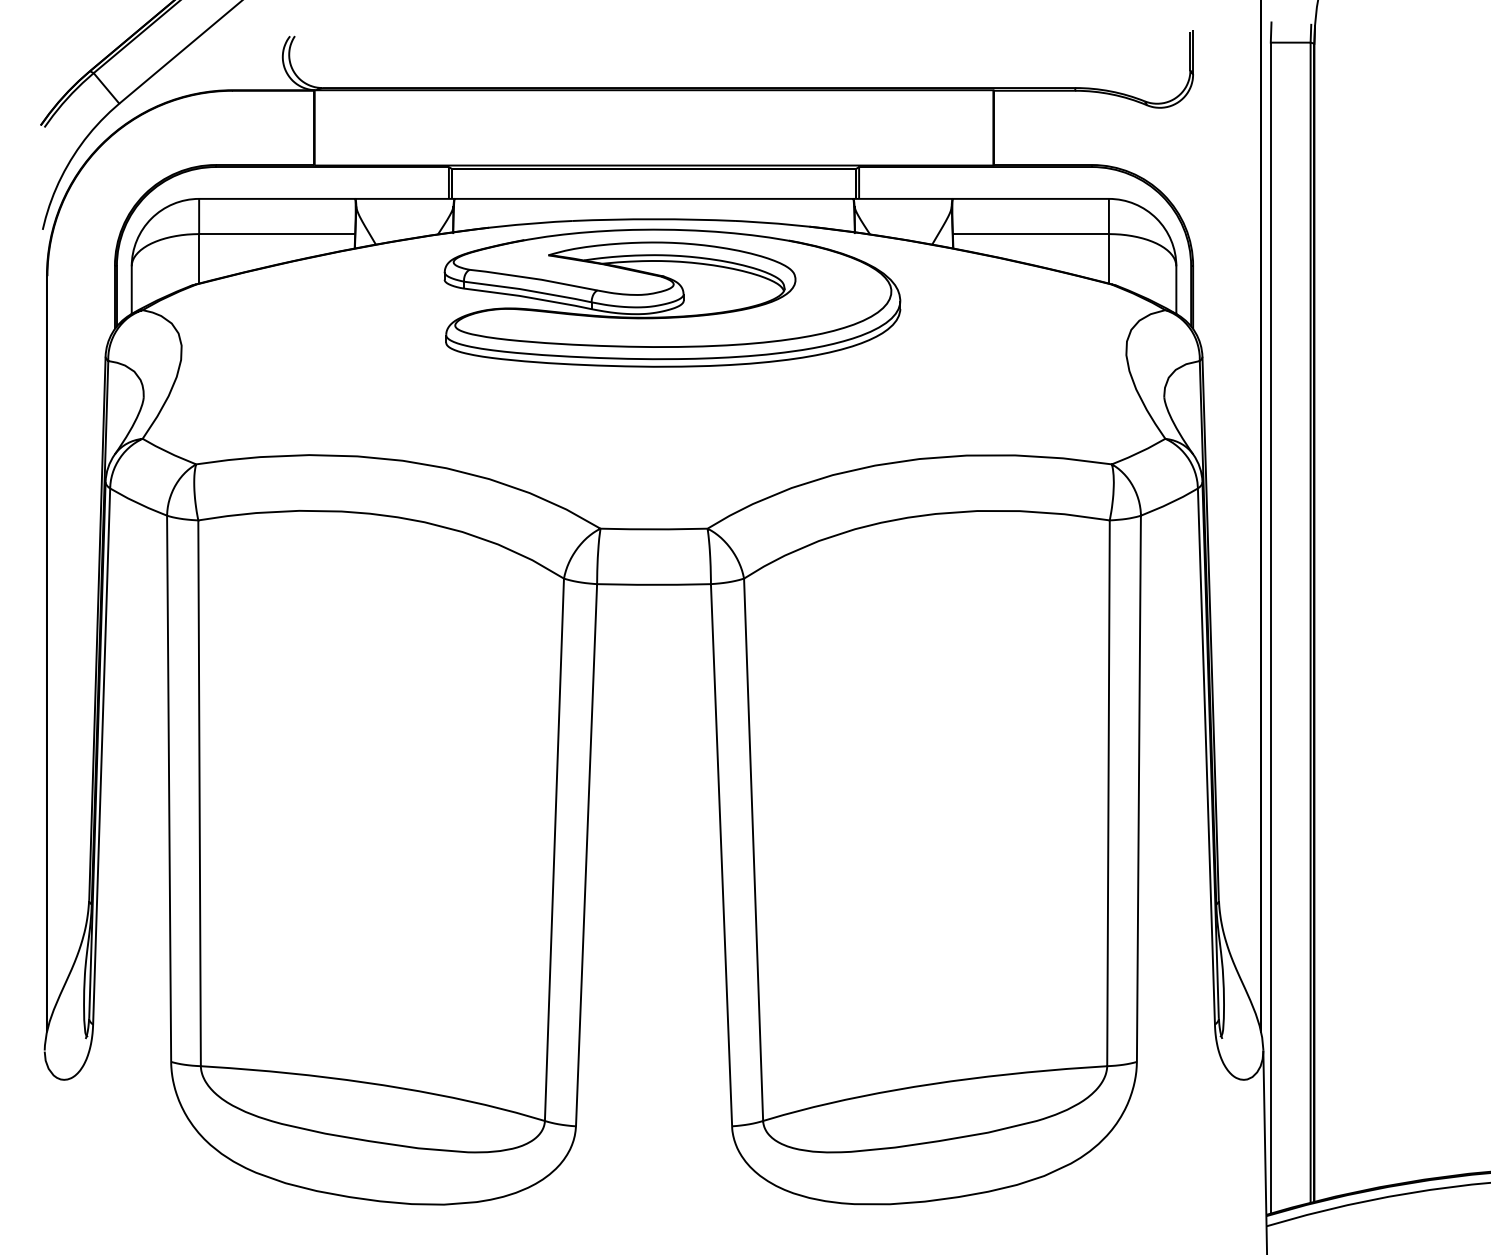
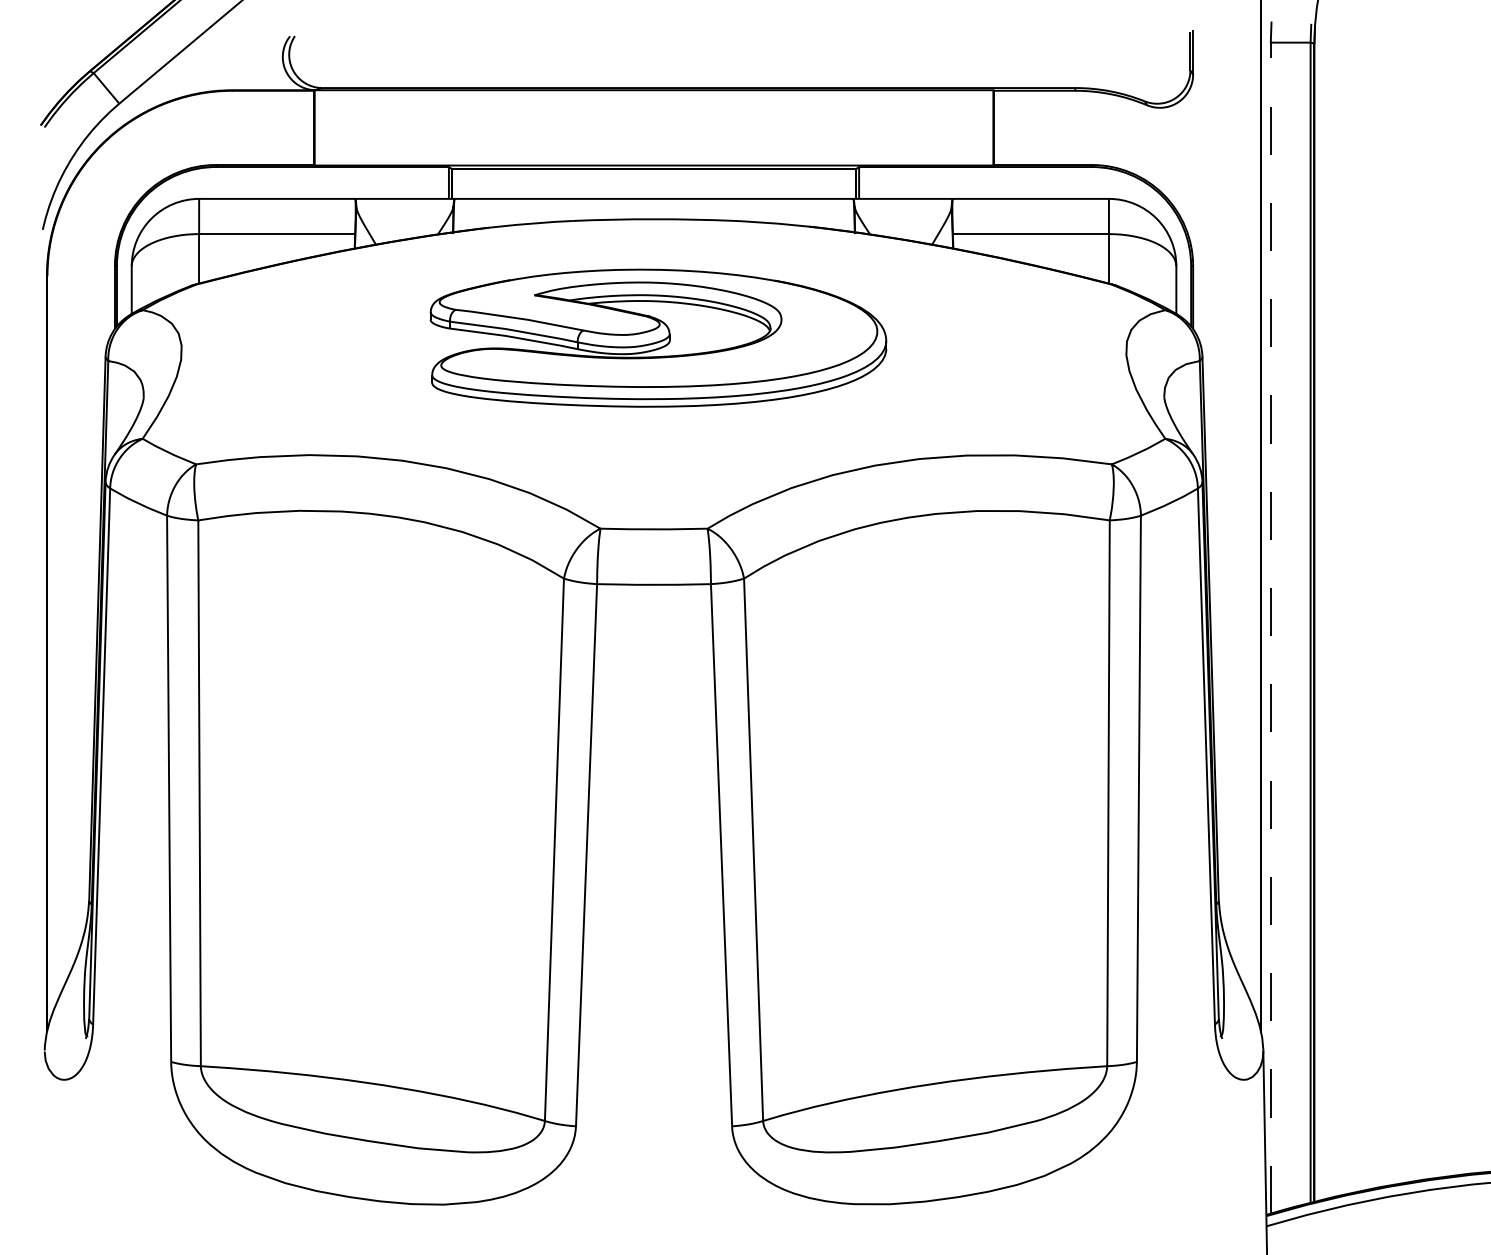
part at (672, 297) position: (672, 297) -> (658, 337)
line at (1270, 628): solid -> dashed
